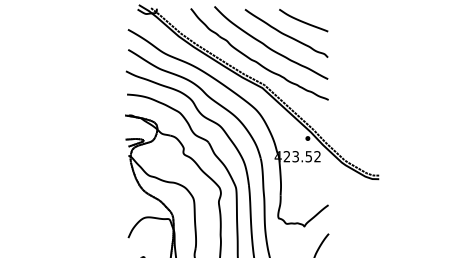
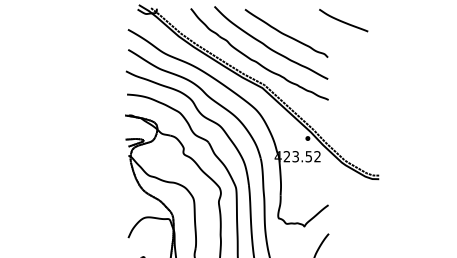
curve at (302, 20) position: (302, 20) -> (342, 20)
